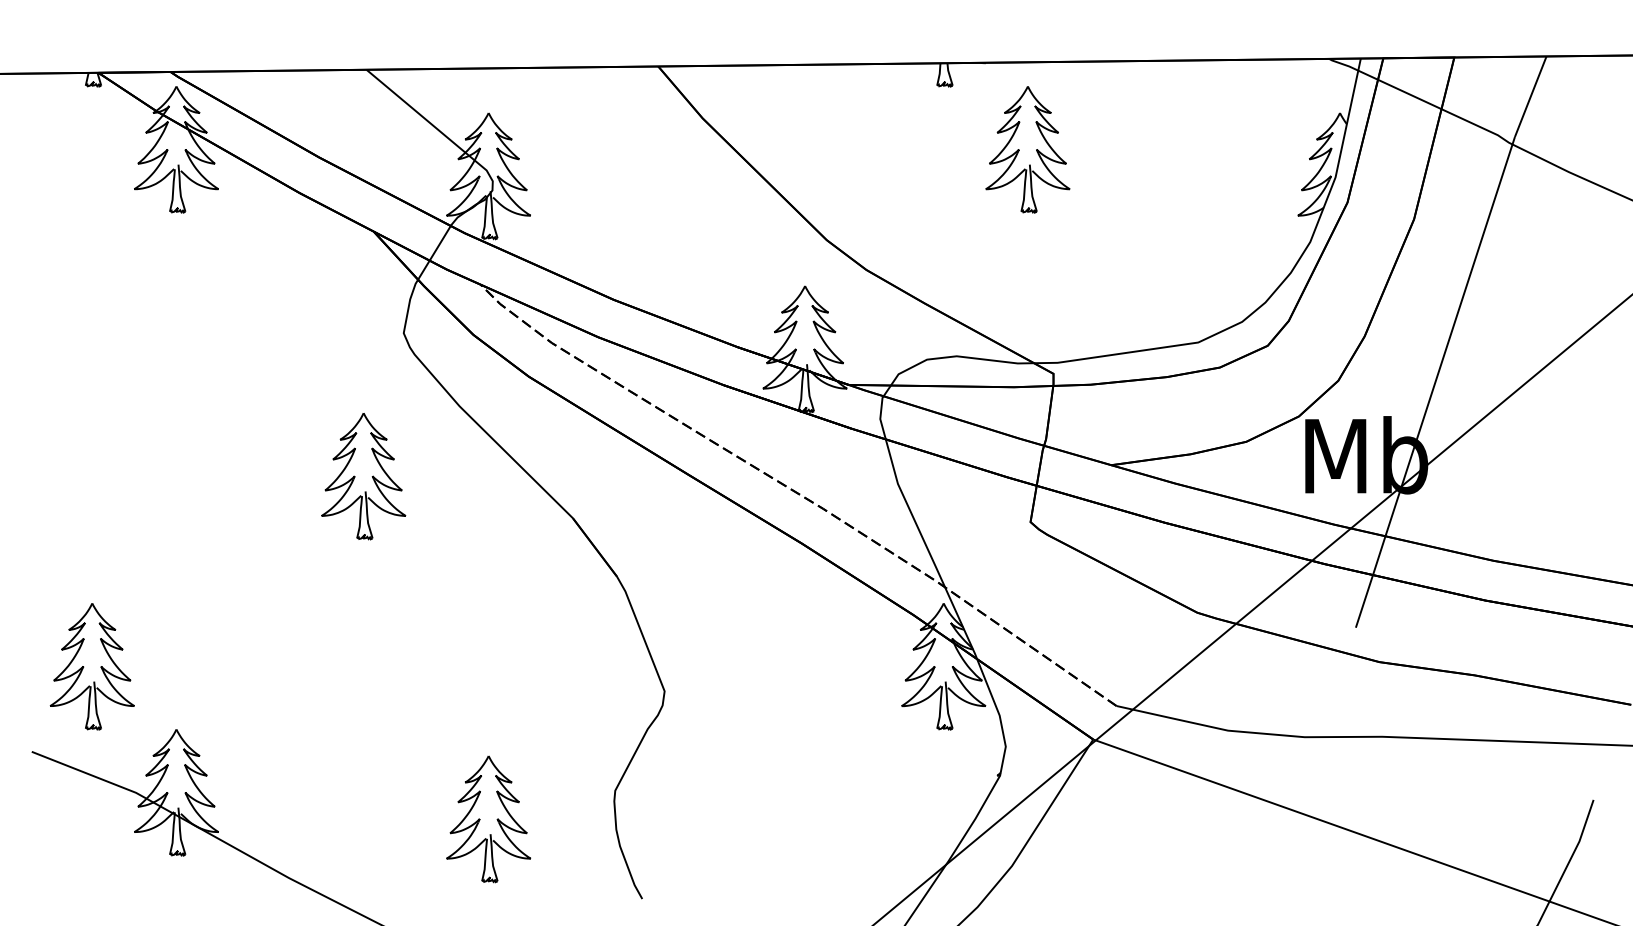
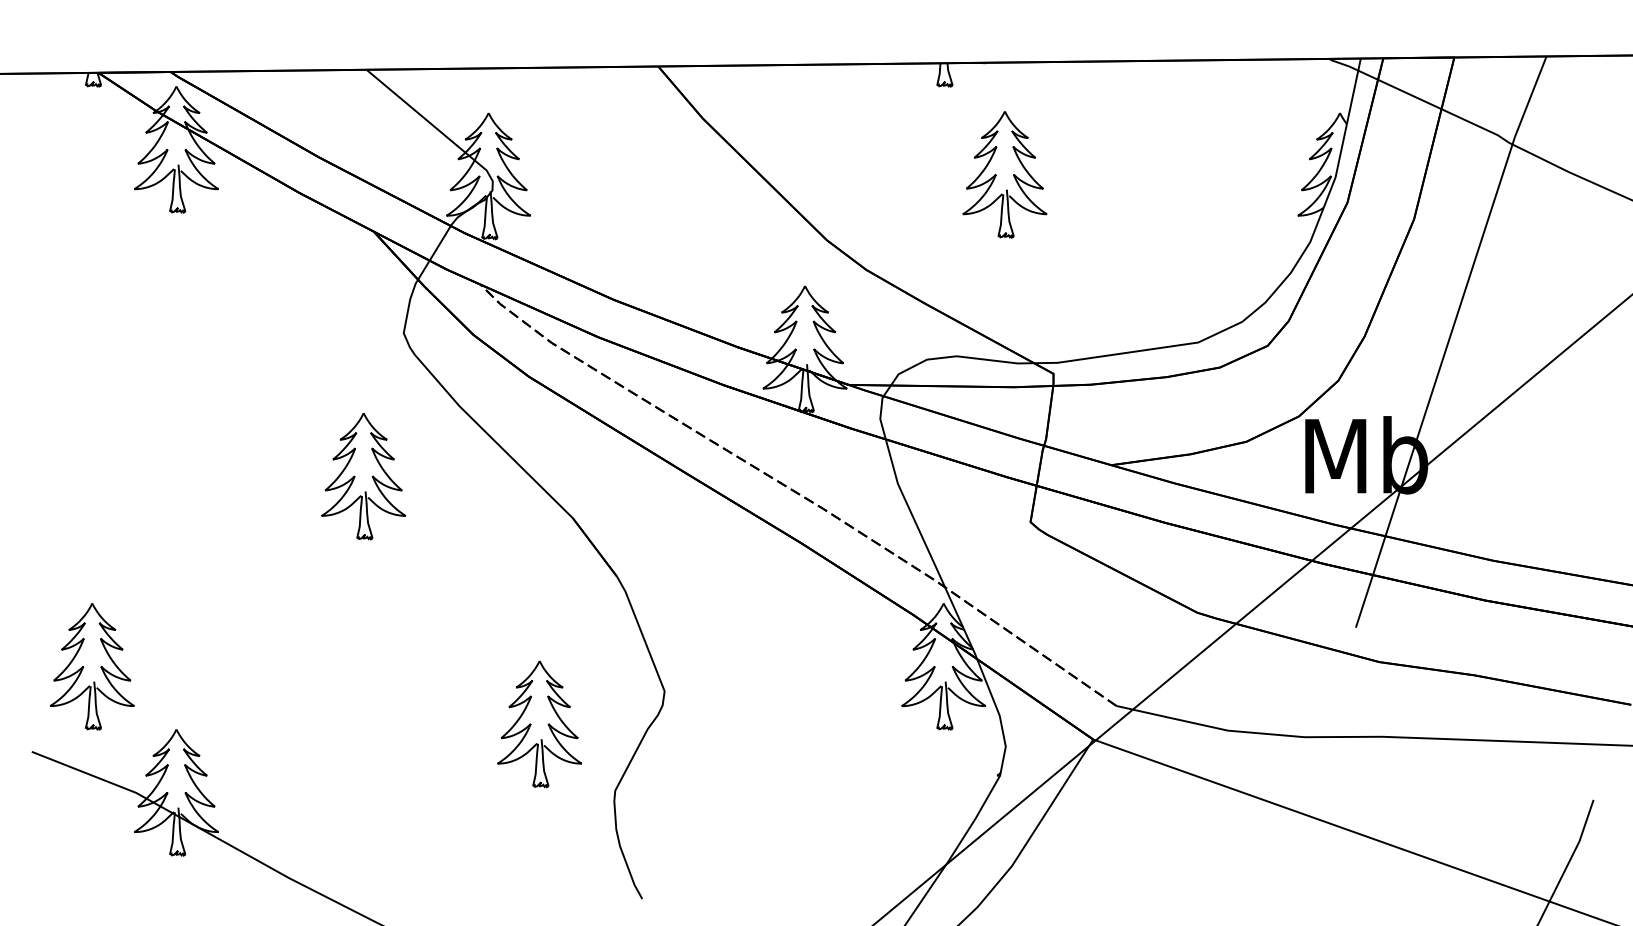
part at (1027, 149) position: (1027, 149) -> (1004, 174)
part at (488, 819) position: (488, 819) -> (539, 724)
